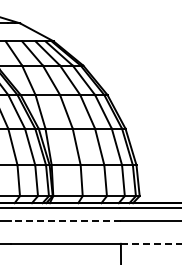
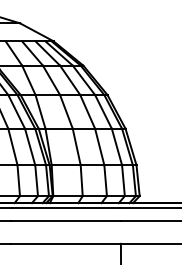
line at (65, 221): dashed -> solid
line at (151, 243): dashed -> solid
